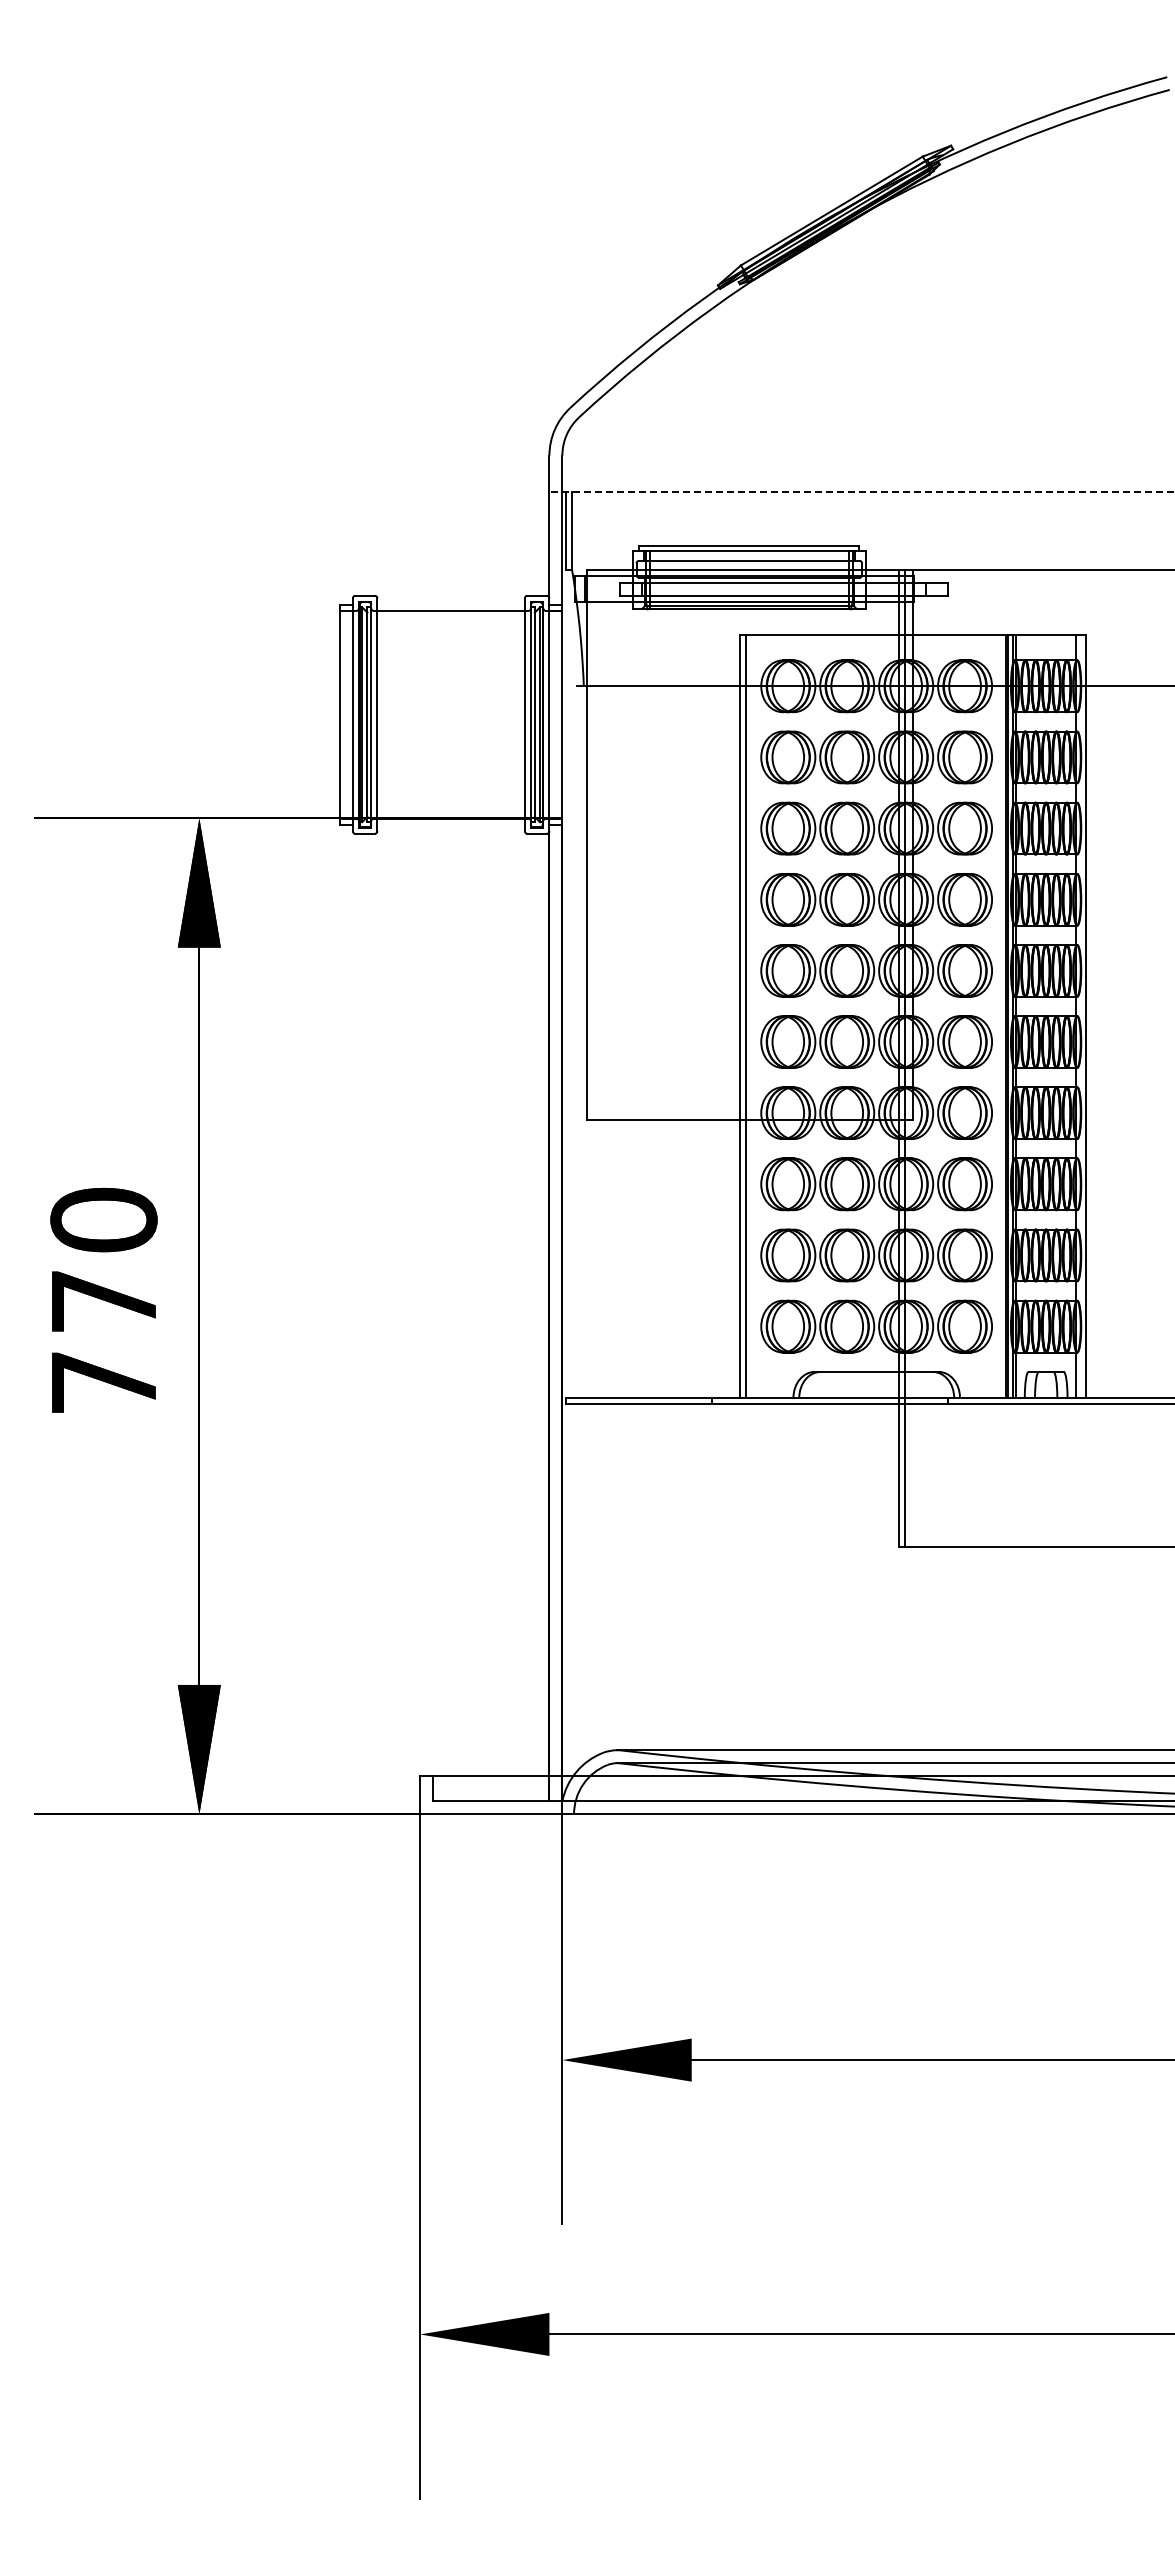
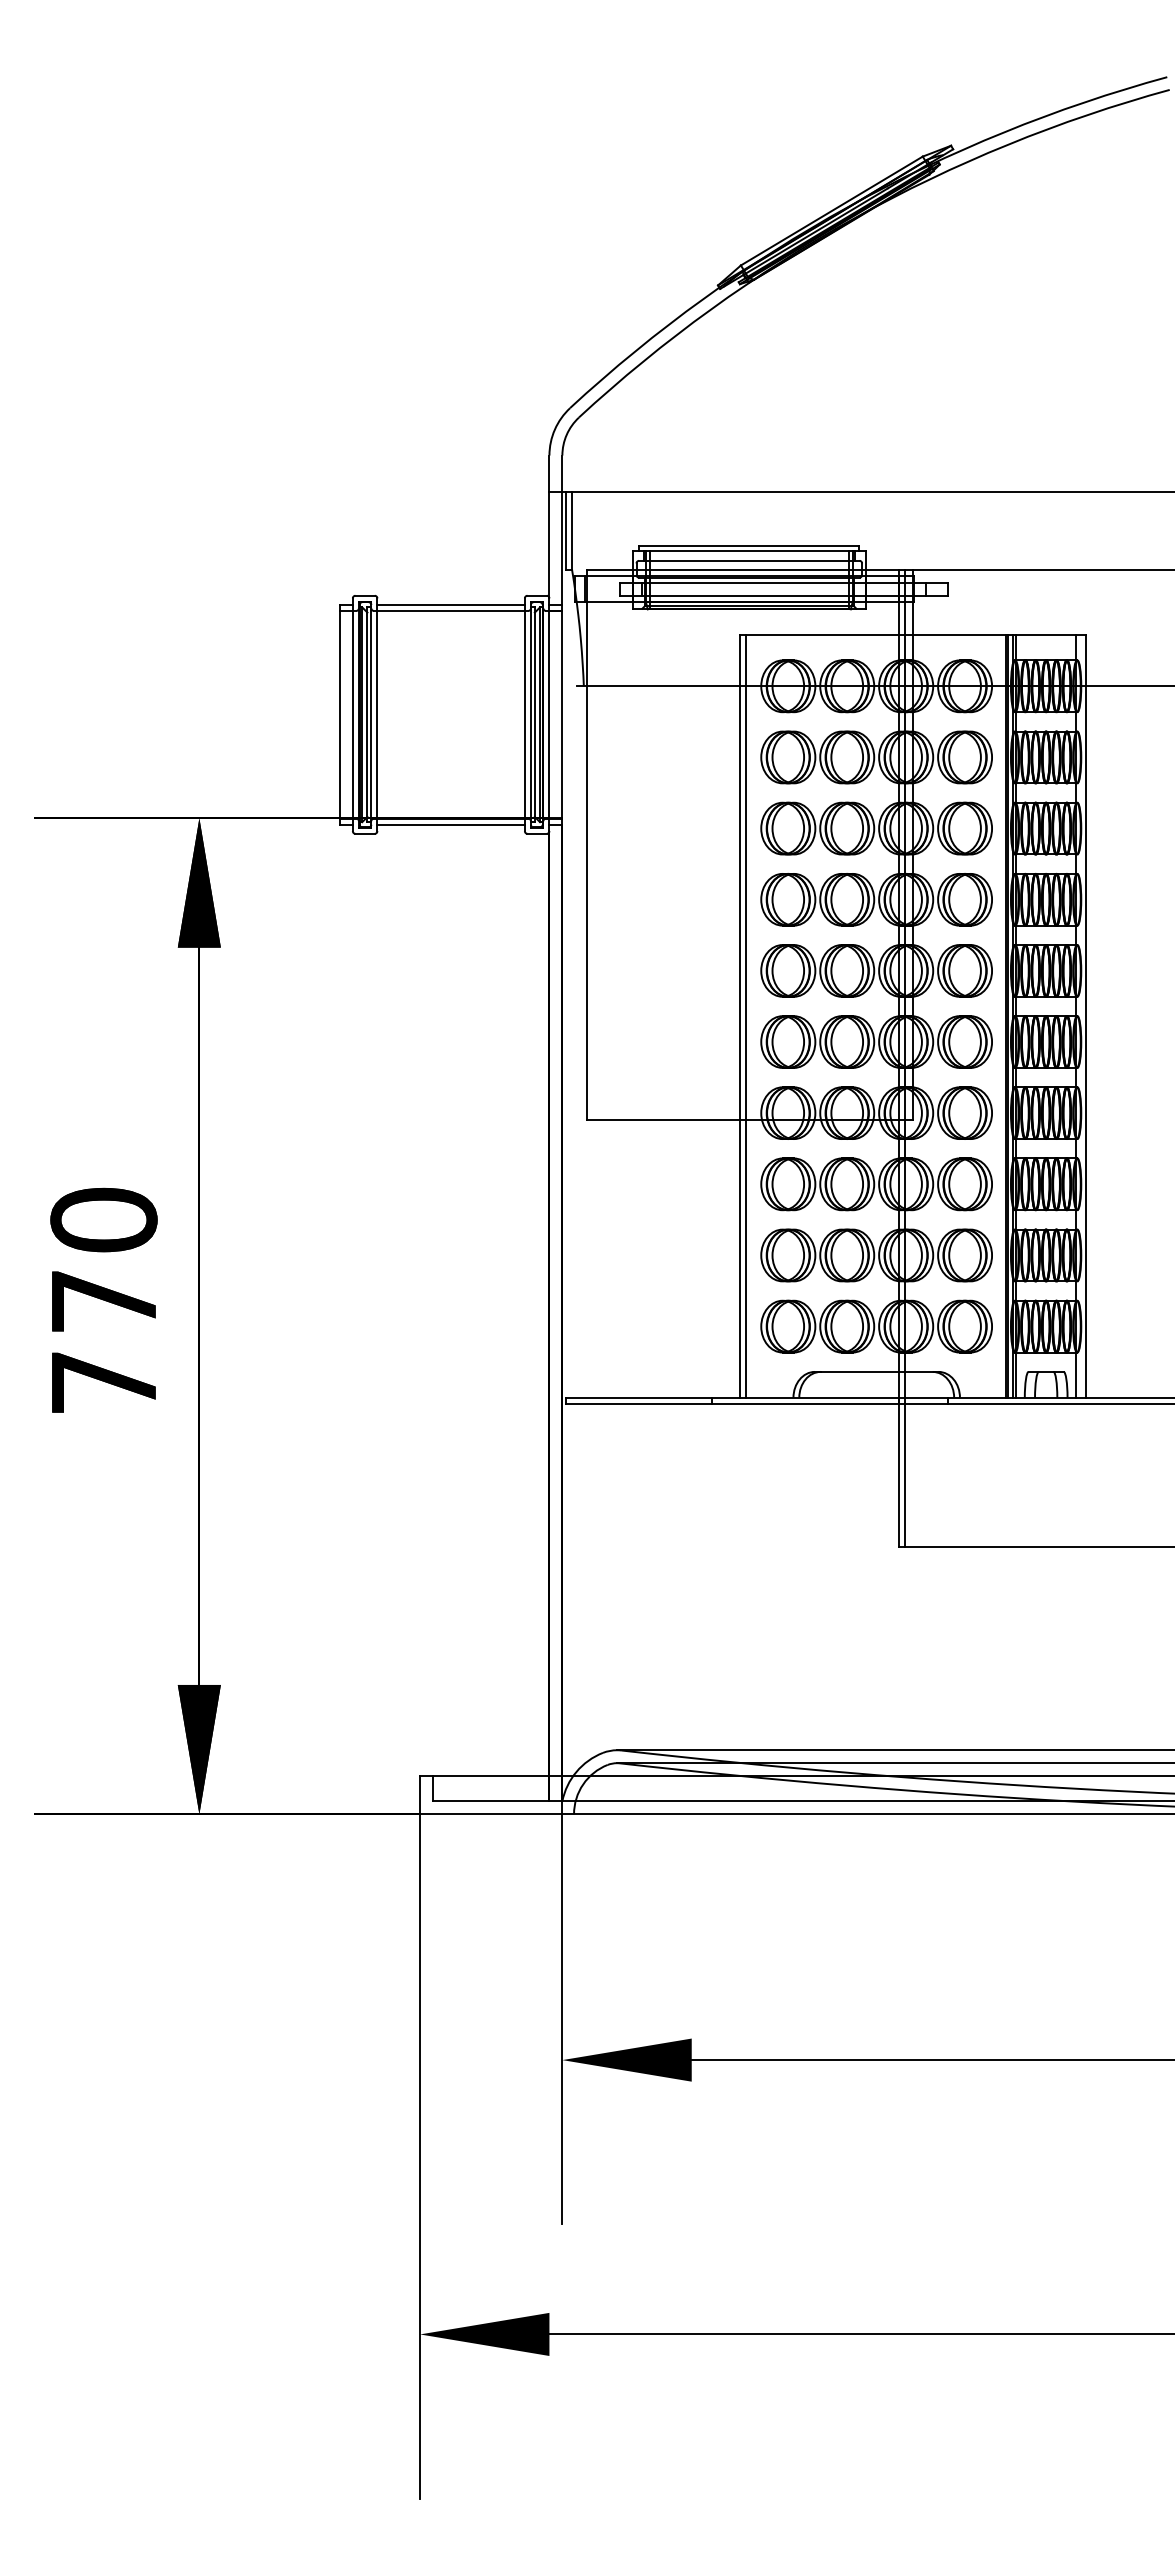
line at (861, 492): dashed -> solid
line at (450, 604): none -> present
line at (450, 824): none -> present
